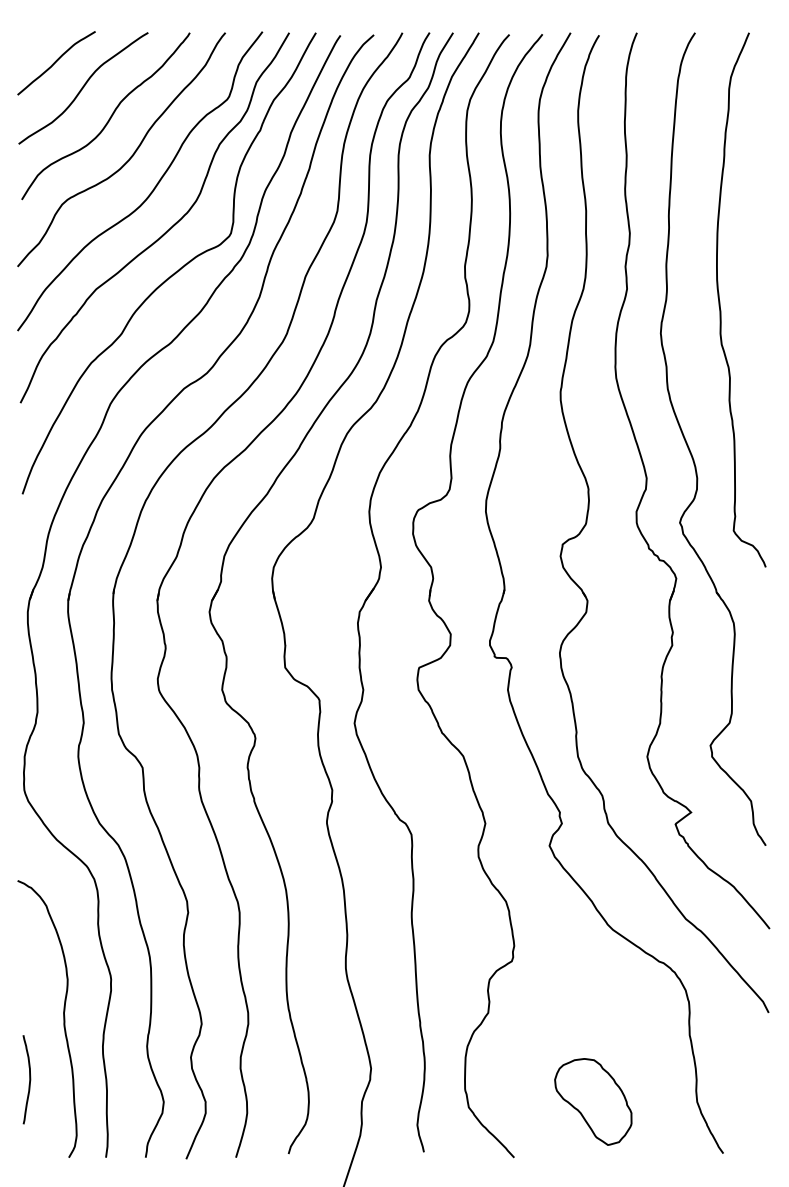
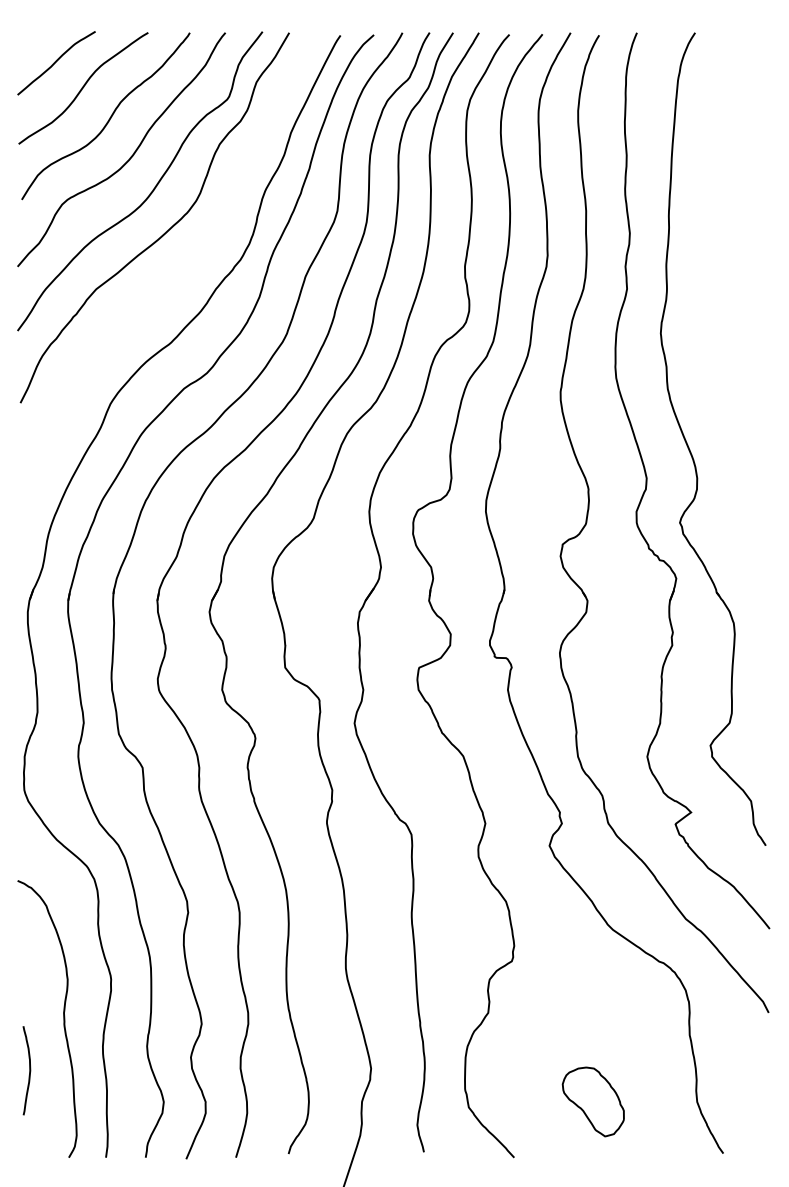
curve at (175, 271): present -> none
curve at (720, 301): present -> none
curve at (29, 1079) position: (29, 1079) -> (29, 1070)
part at (593, 1101) size: 79x88 px -> 64x72 px
